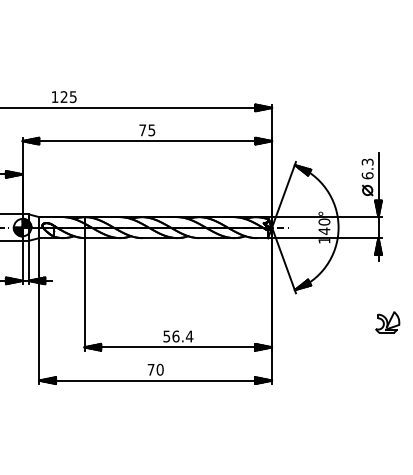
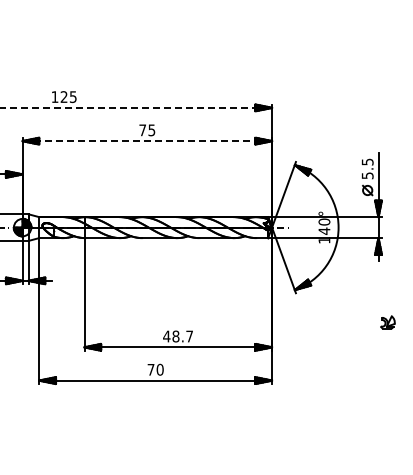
line at (136, 107): solid -> dashed
line at (147, 141): solid -> dashed
text at (367, 168): 6.3 -> 5.5
part at (387, 322) size: 26x23 px -> 16x15 px
text at (178, 336): 56.4 -> 48.7
